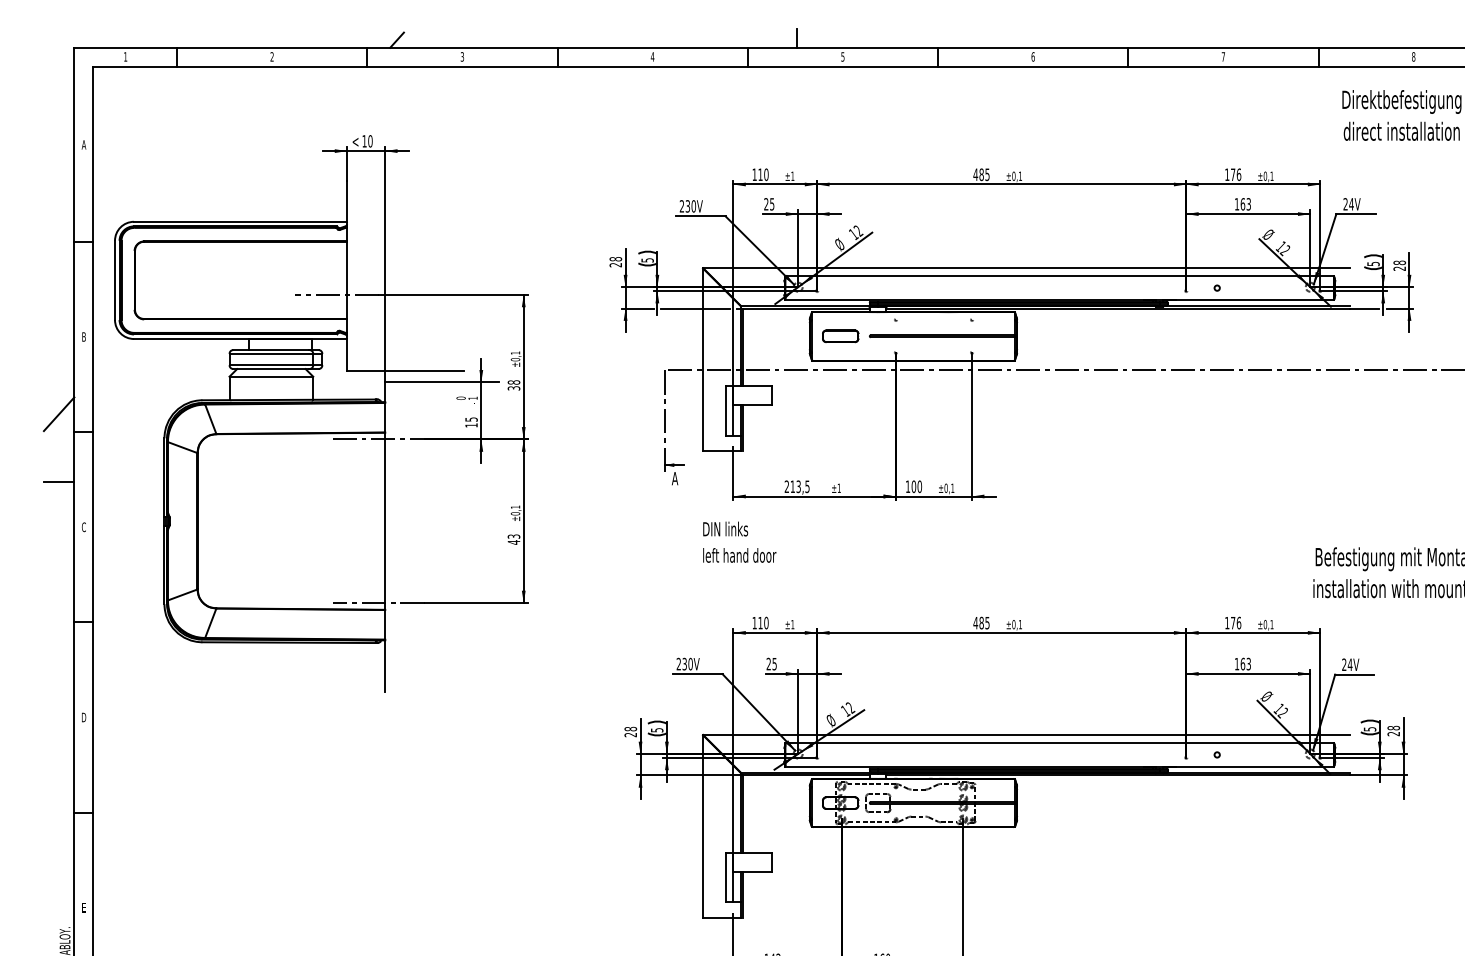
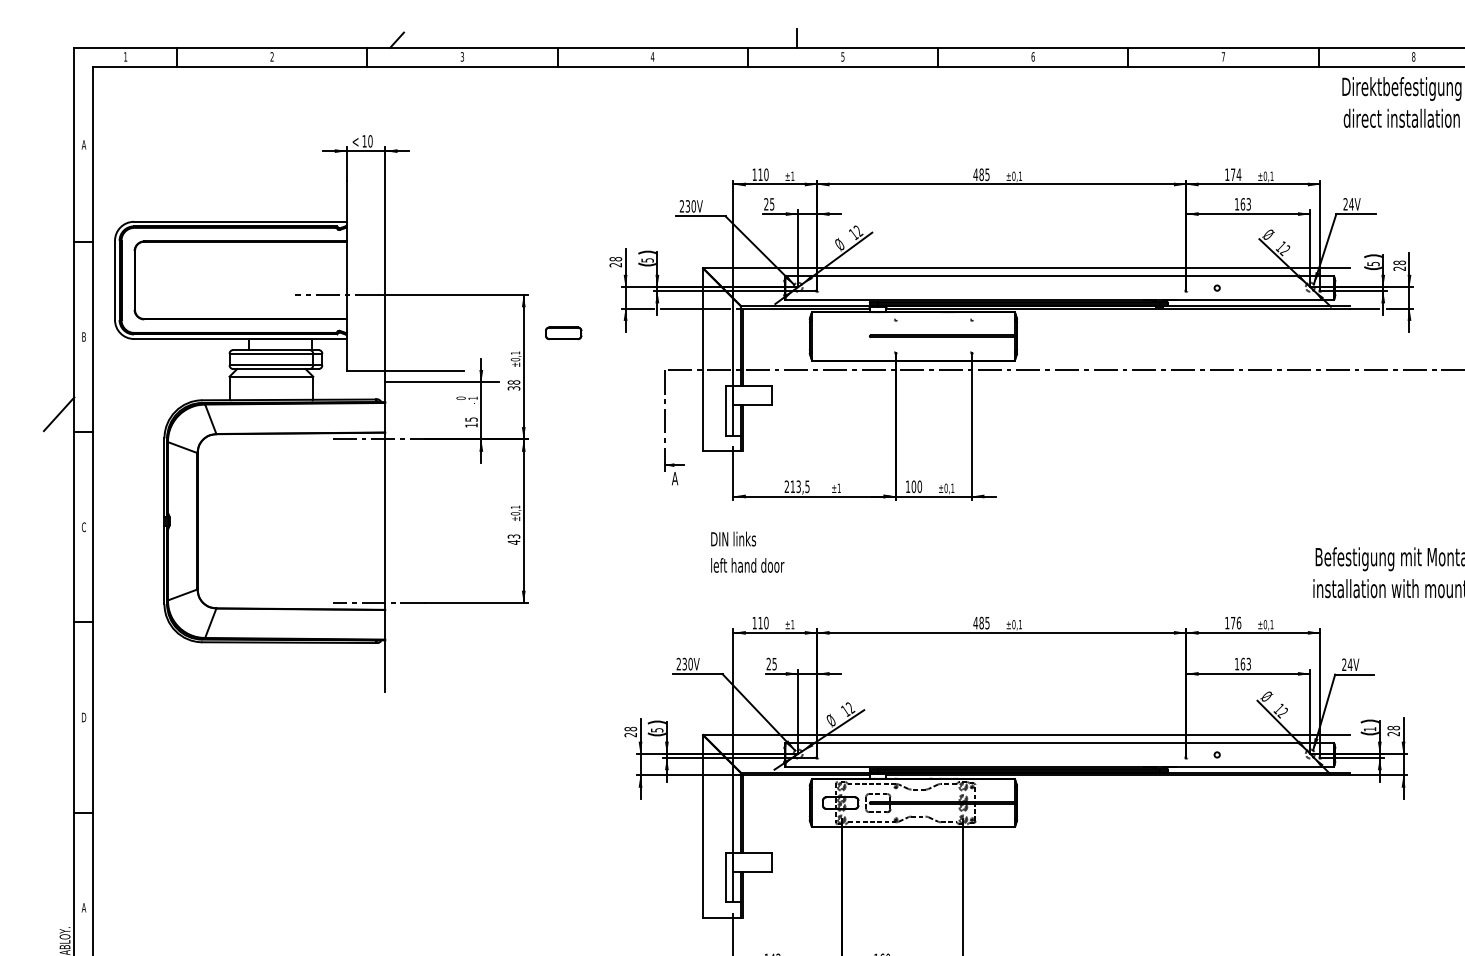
text at (1401, 115) position: (1401, 115) -> (1401, 102)
text at (1238, 174): 176 -> 174
part at (840, 336) position: (840, 336) -> (563, 333)
line at (58, 481): present -> none
text at (739, 541) position: (739, 541) -> (747, 551)
text at (1369, 729): 5 -> 1
text at (83, 907): E -> A
